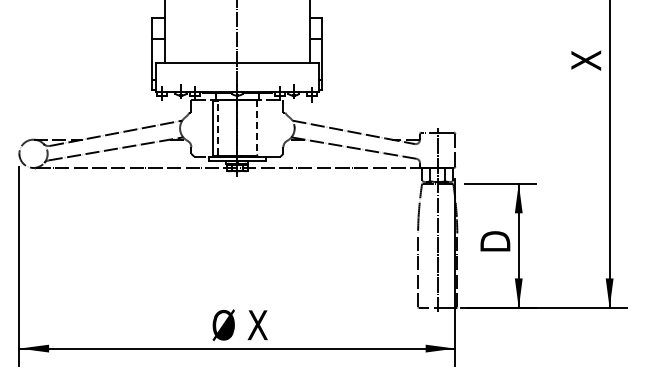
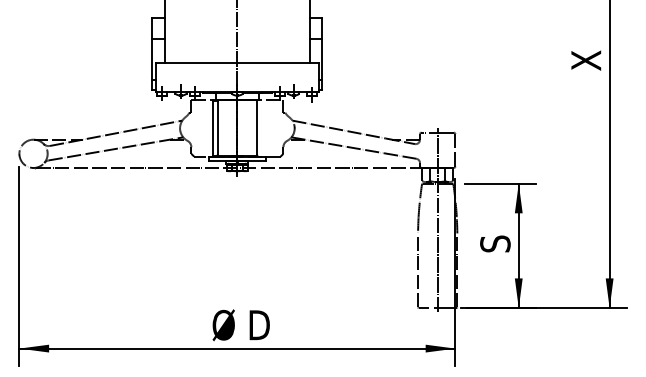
line at (257, 127): dashed -> solid
line at (217, 128): dashed -> solid
text at (495, 241): D -> S
text at (258, 325): X -> D
